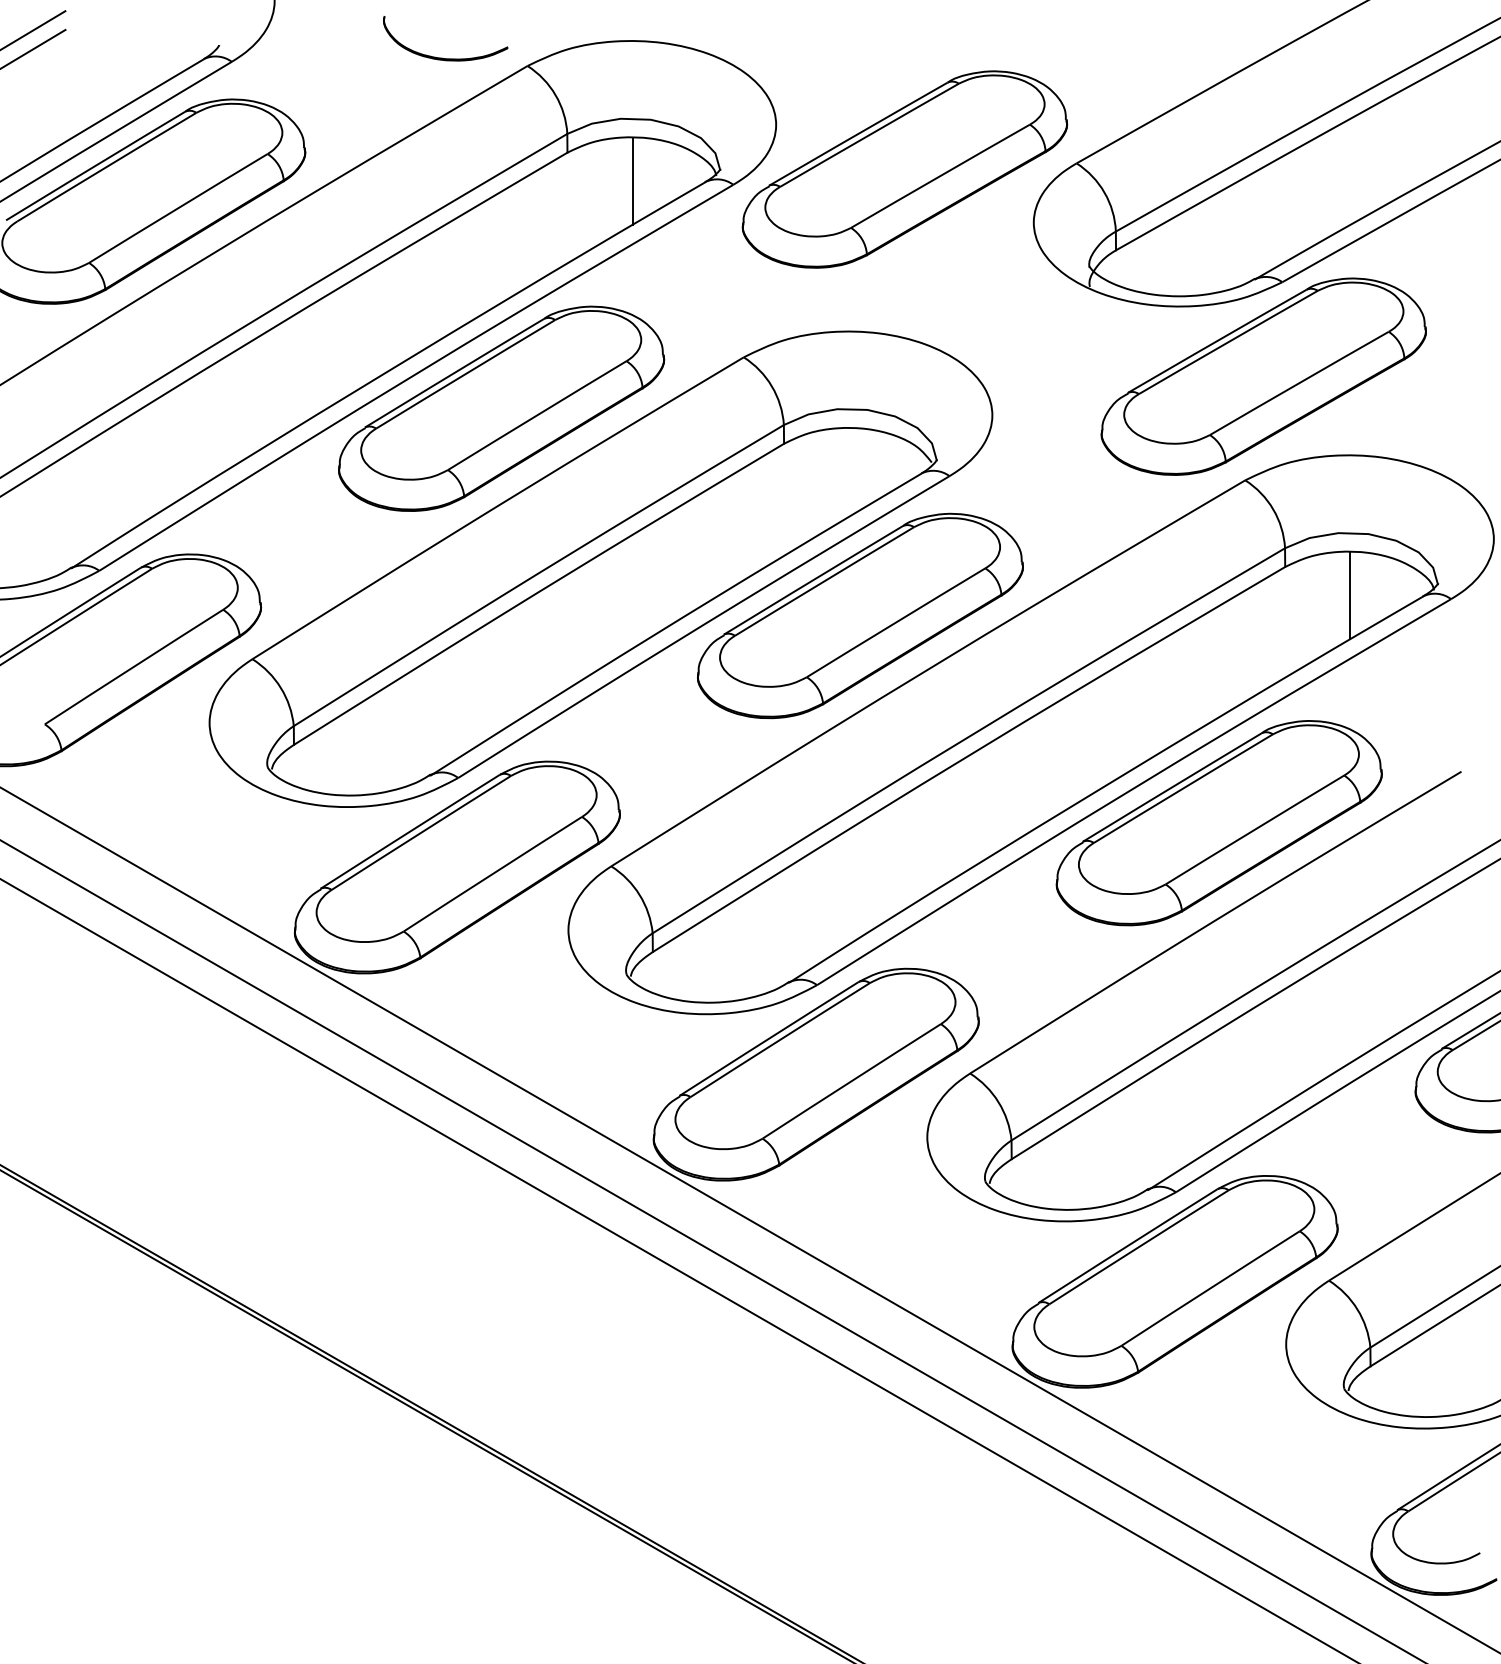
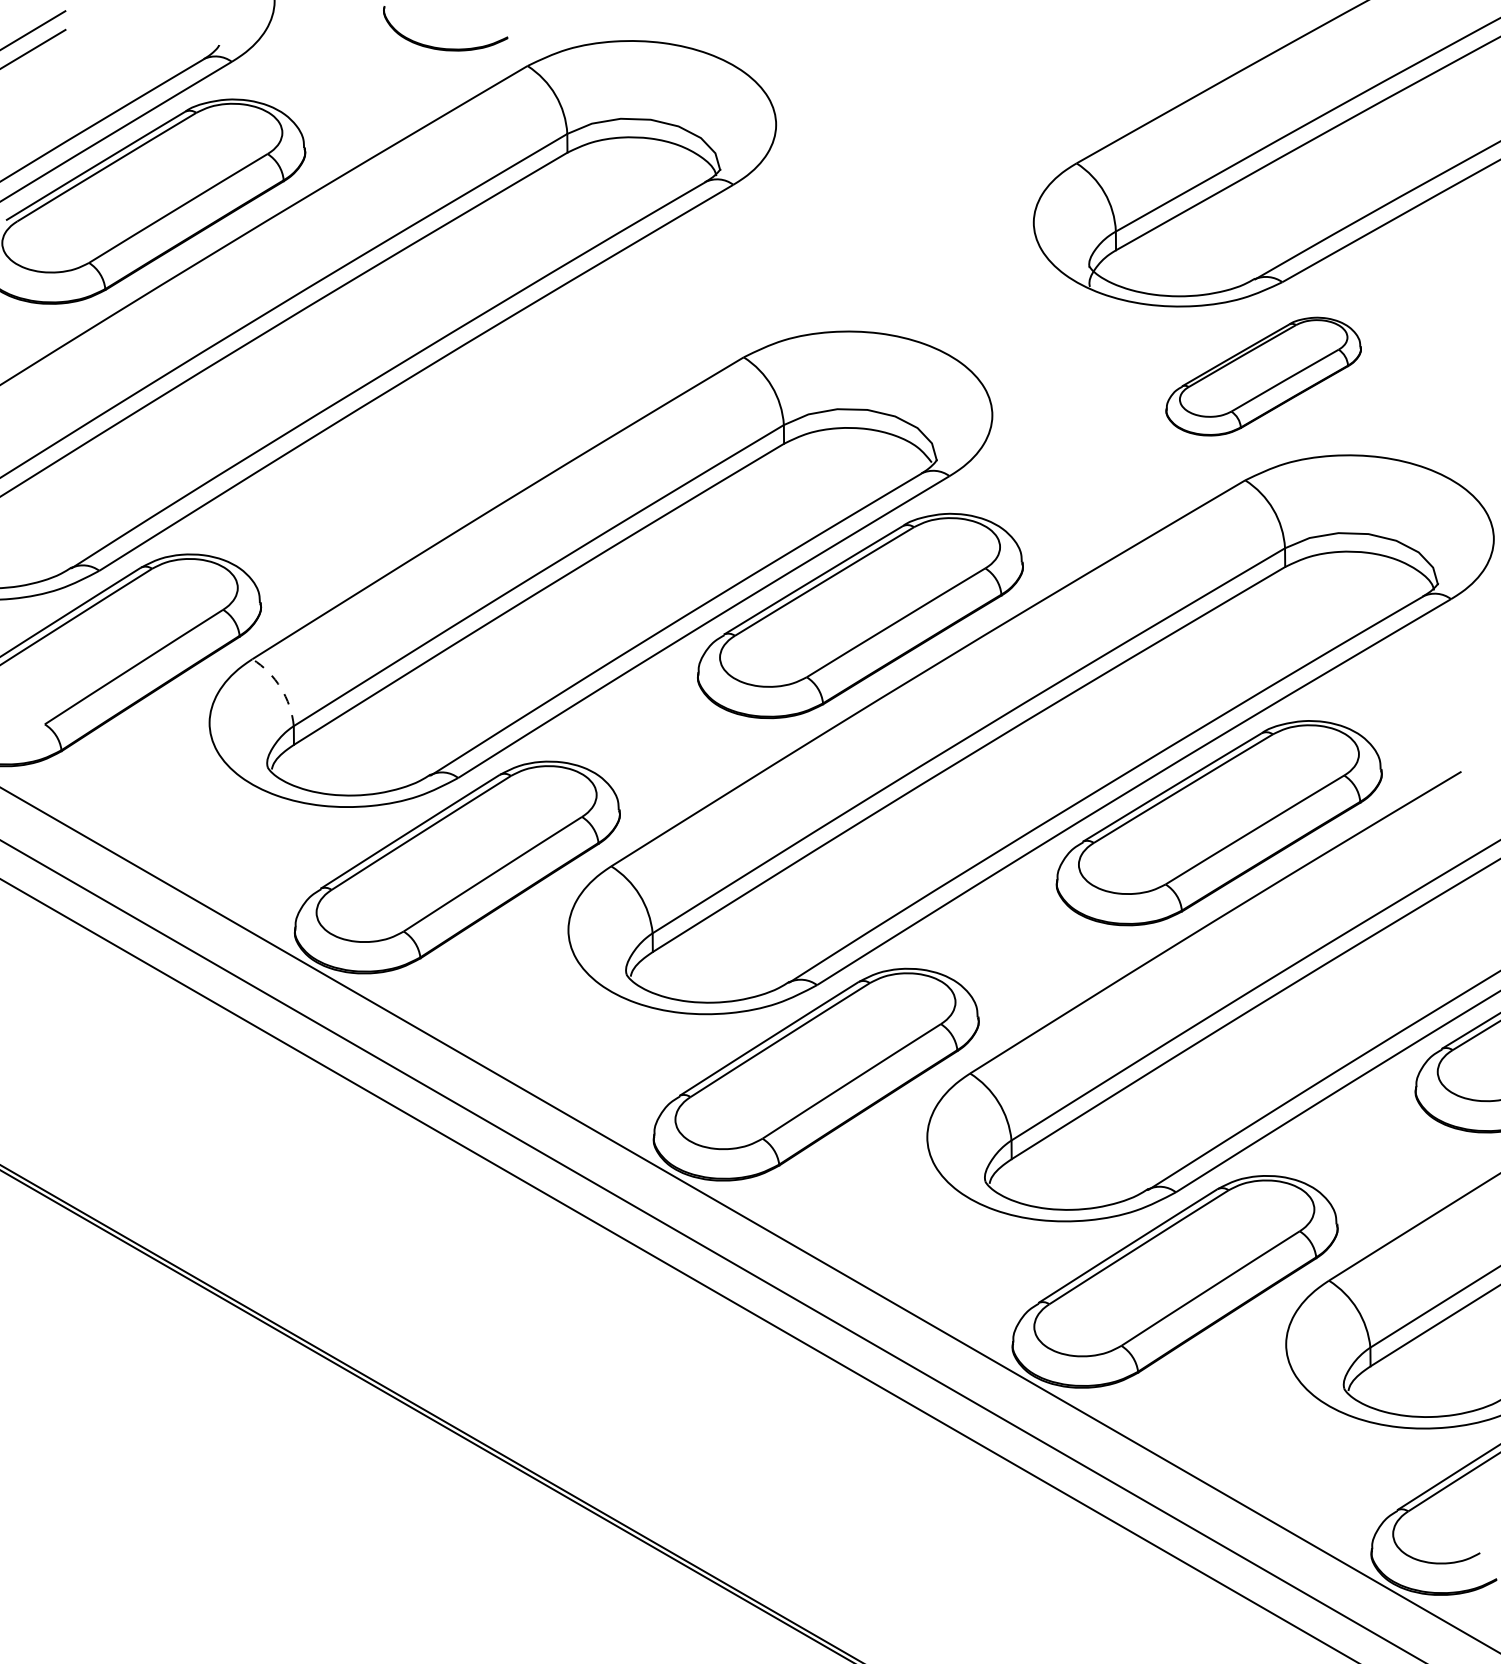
part at (442, 57) position: (442, 57) -> (442, 47)
part at (904, 169): present -> none
line at (633, 181): present -> none
part at (1263, 376) size: 327x199 px -> 197x121 px
part at (501, 408): present -> none
line at (1350, 595): present -> none
arc at (280, 687): solid -> dashed
